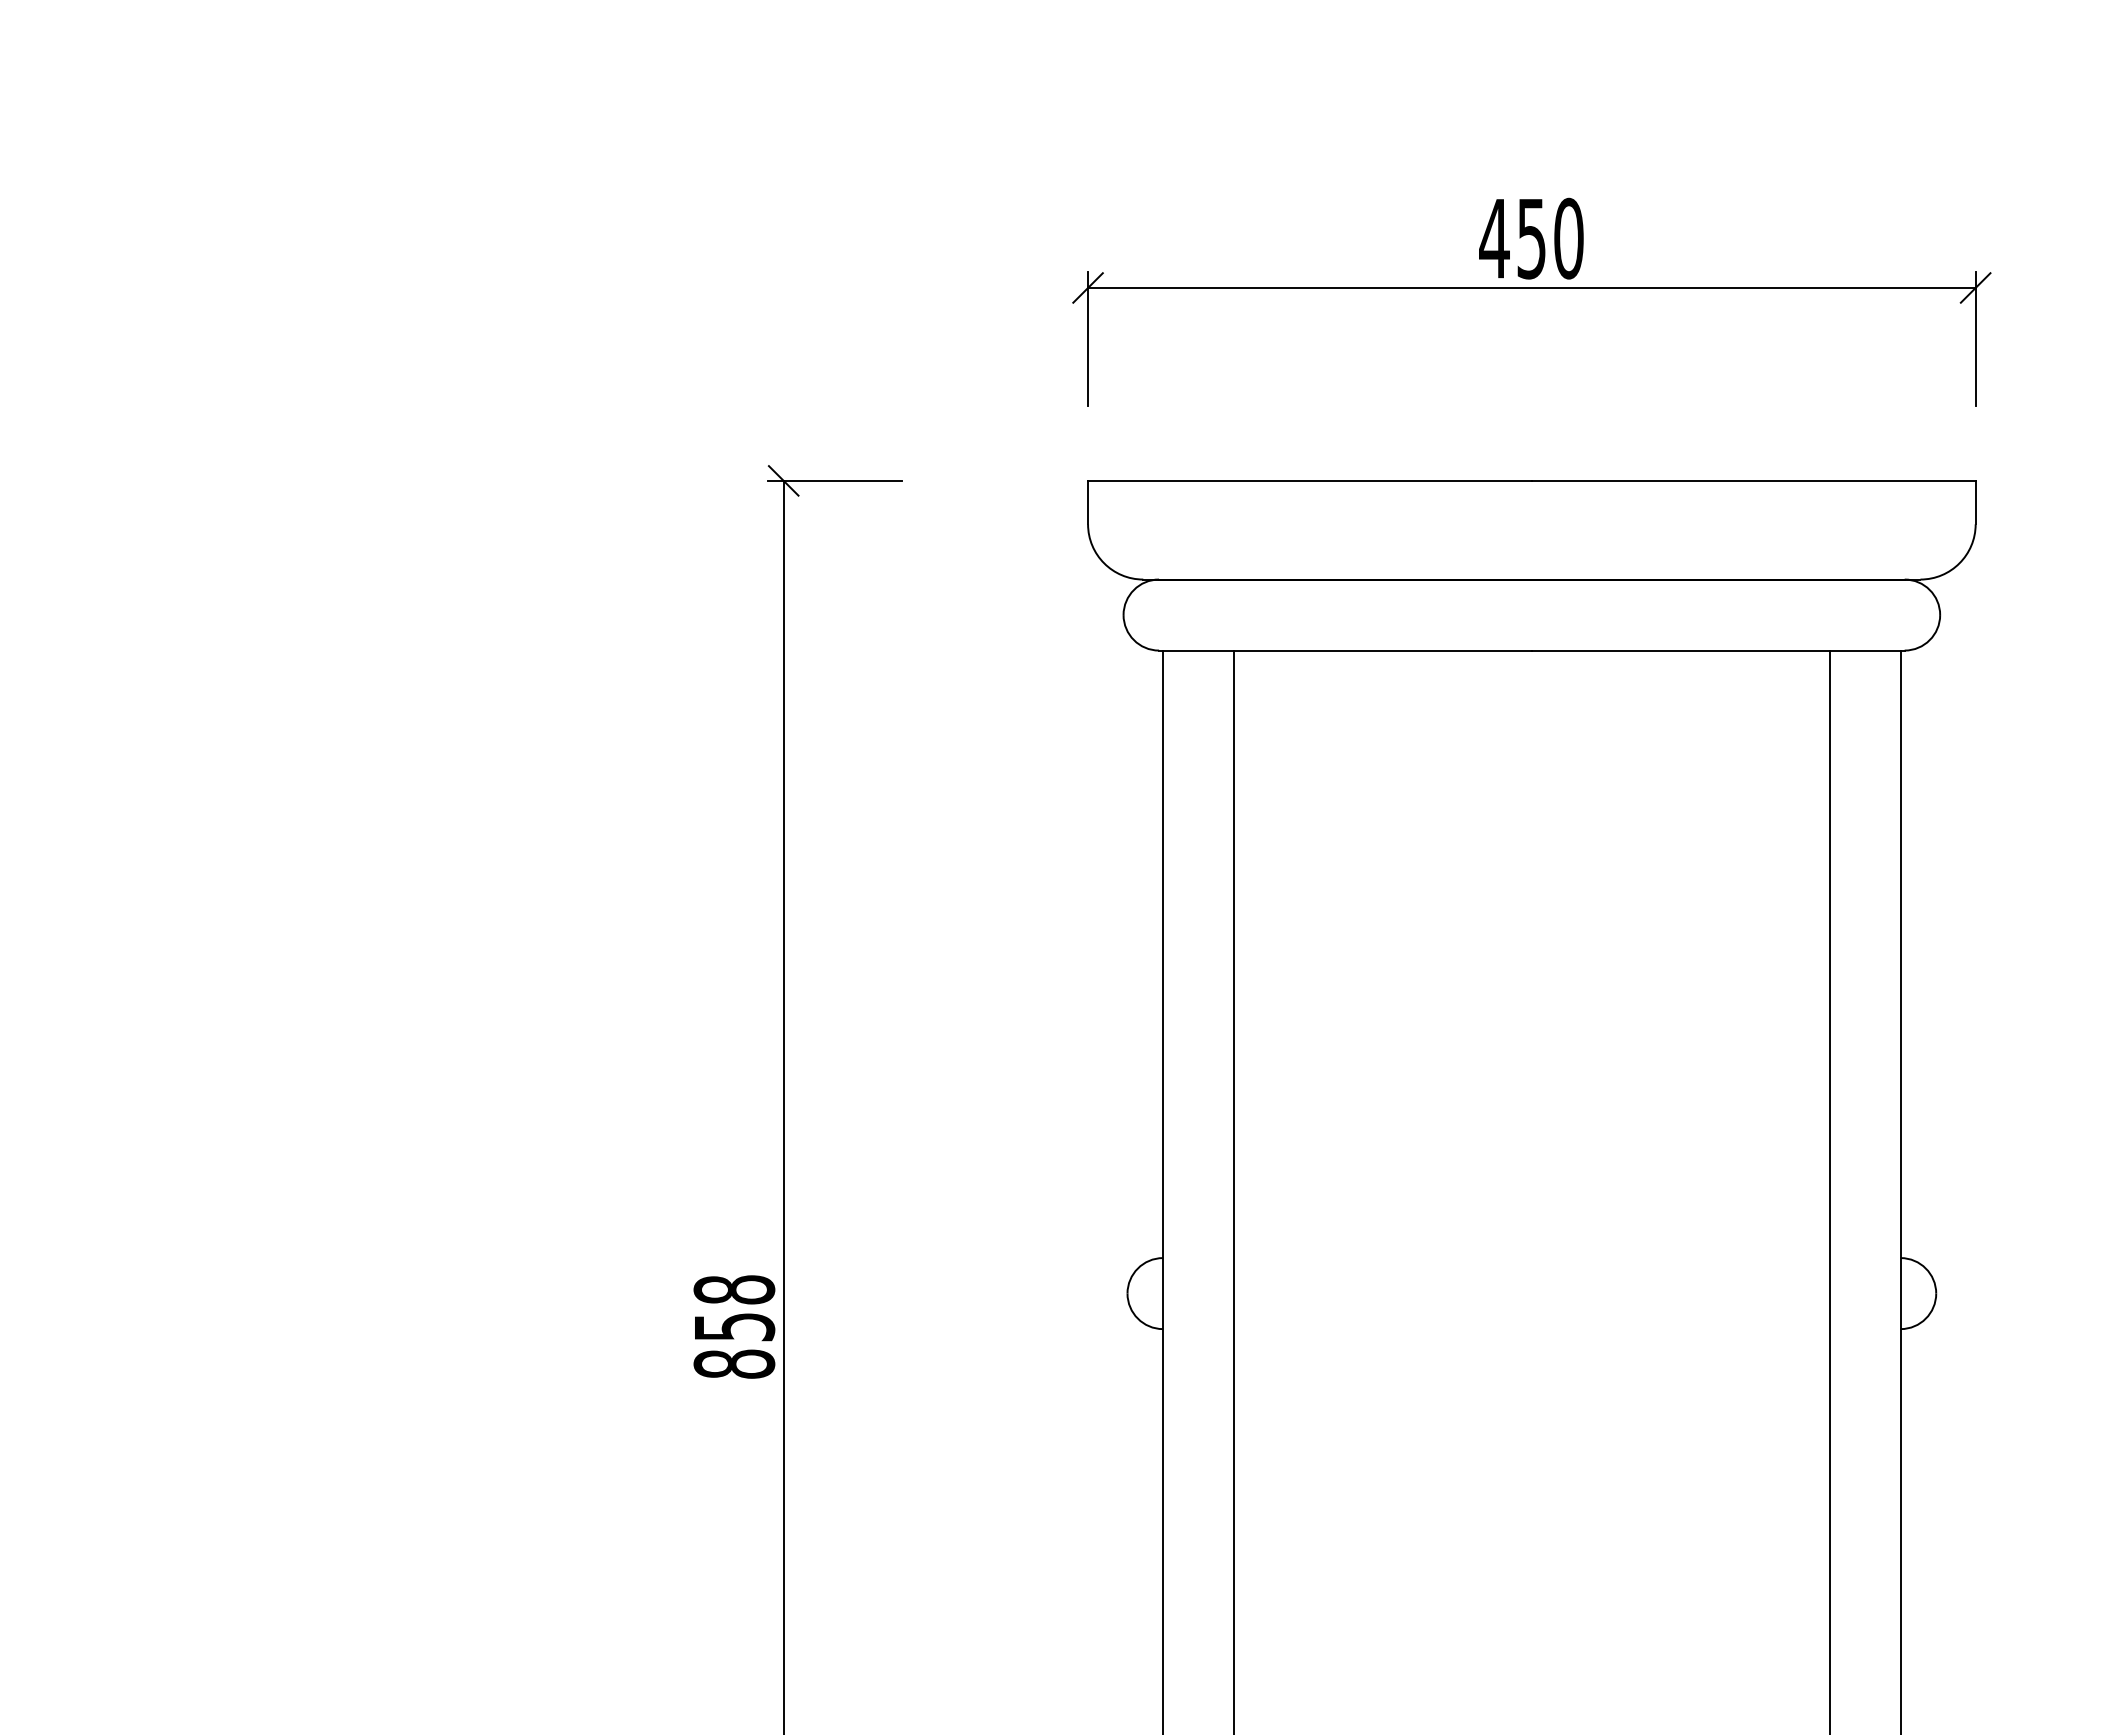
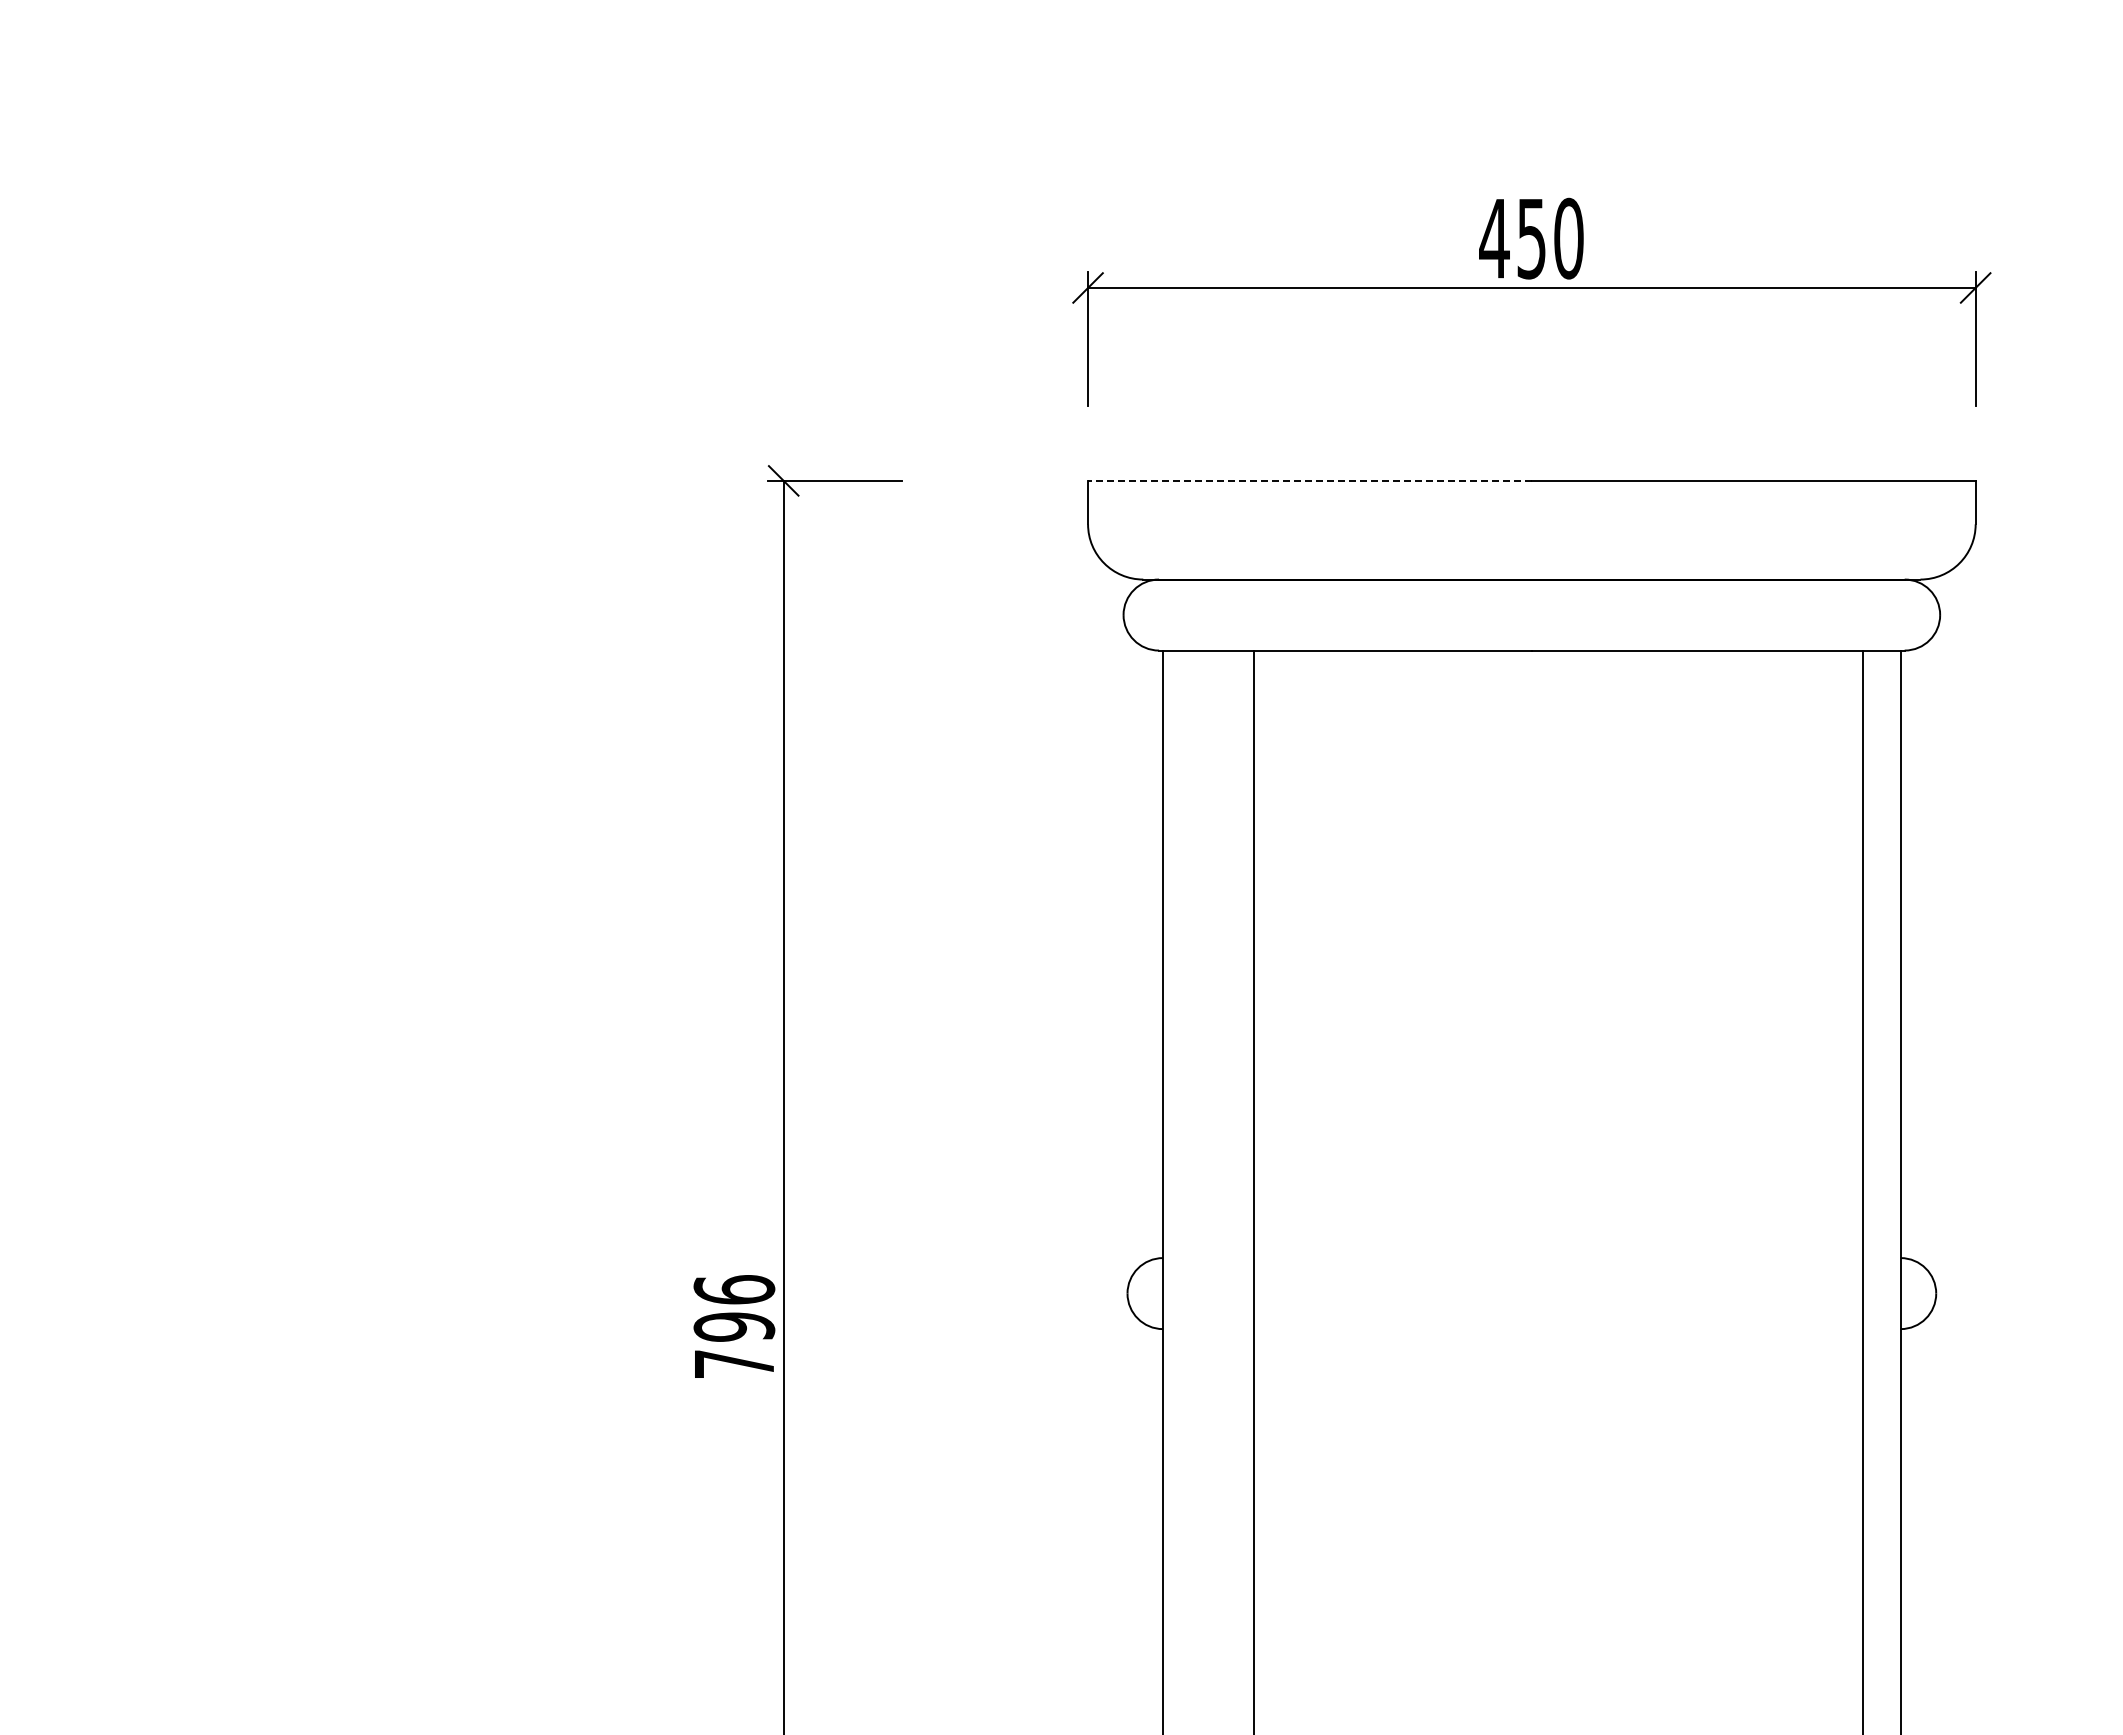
line at (1309, 480): solid -> dashed
line at (1234, 1190) position: (1234, 1190) -> (1254, 1190)
line at (1829, 1190) position: (1829, 1190) -> (1862, 1190)
text at (734, 1326): 858 -> 796
